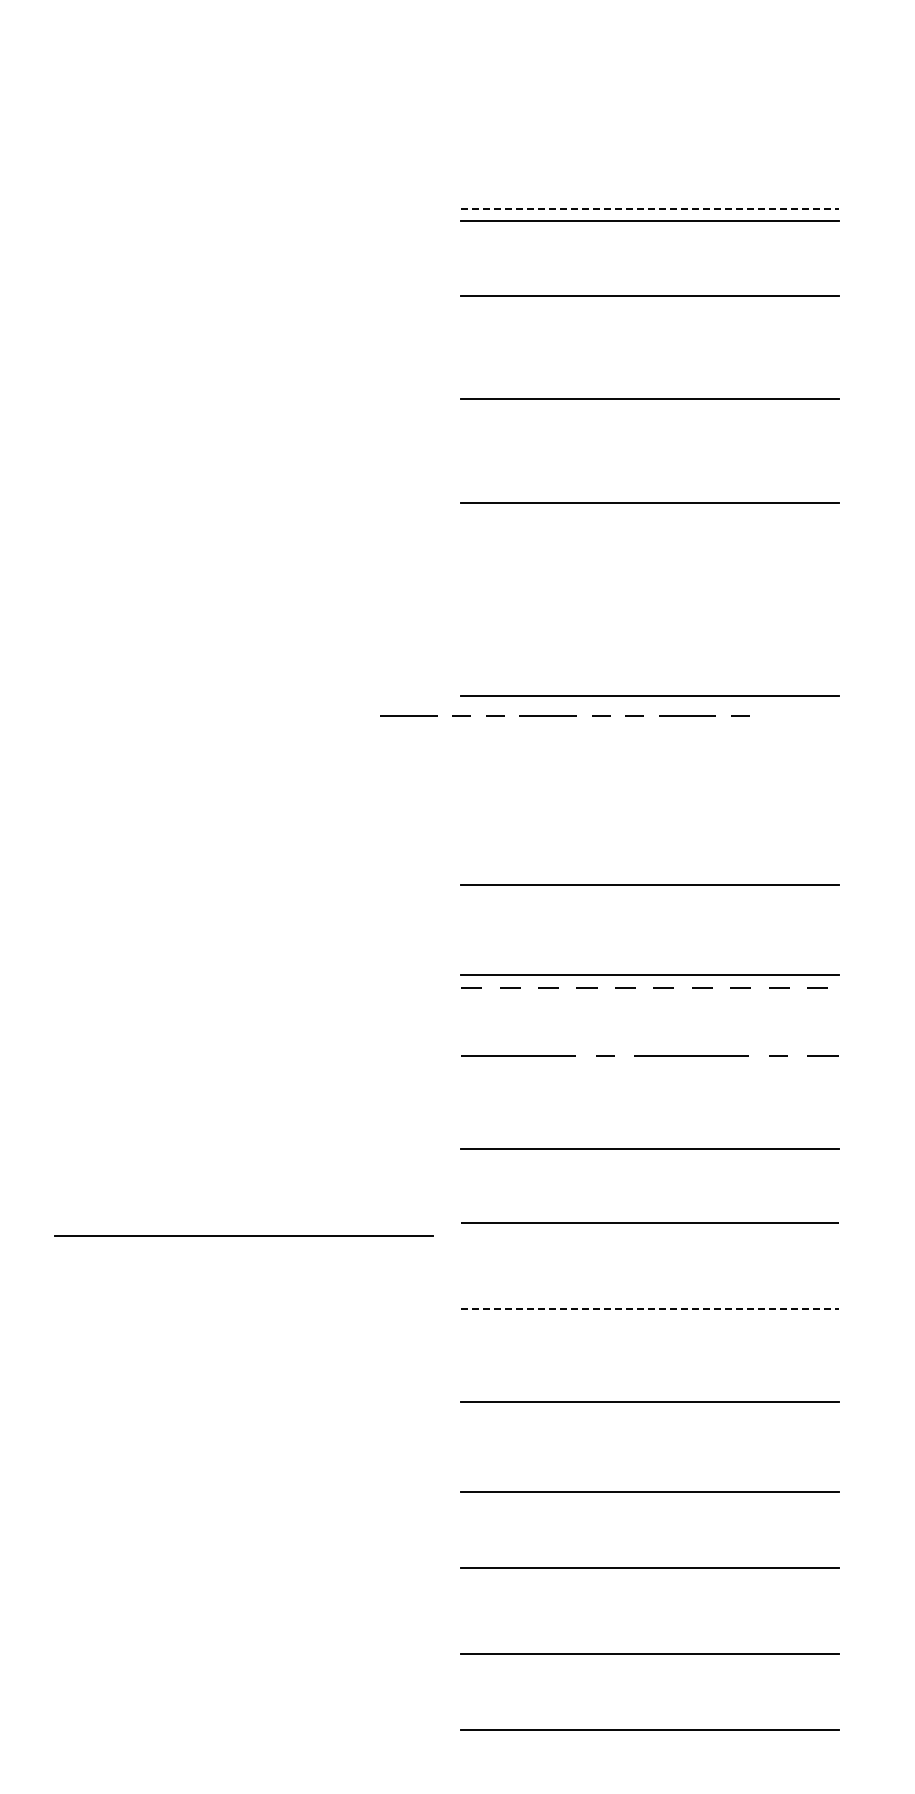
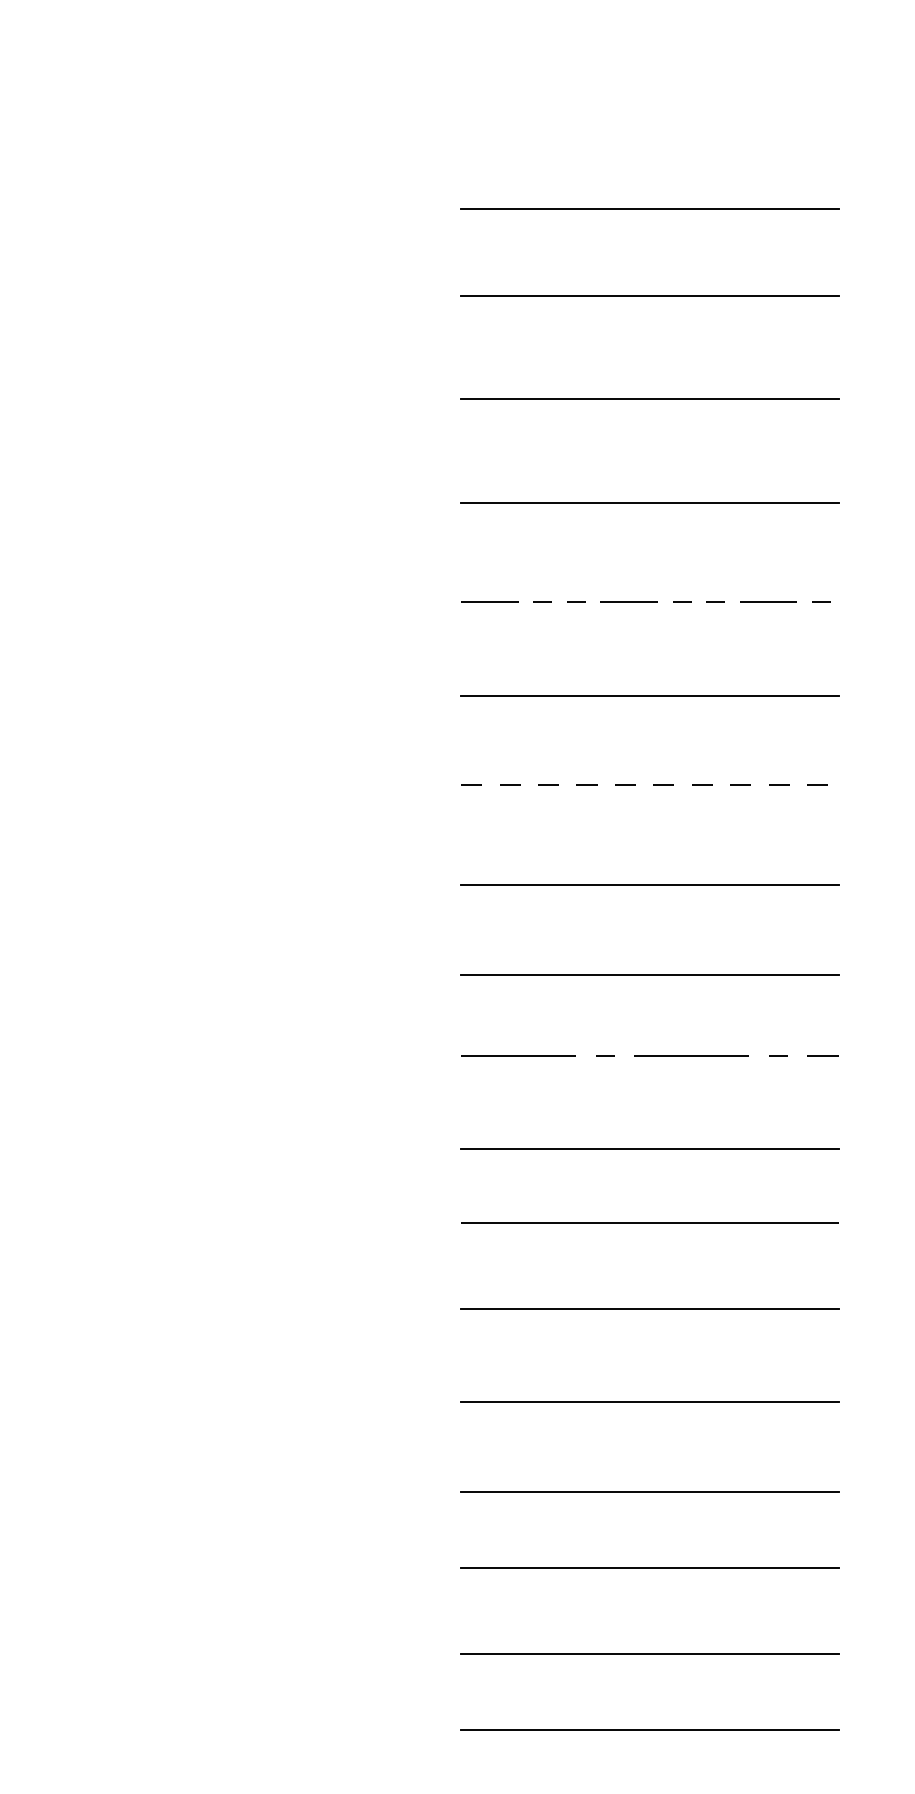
line at (649, 209): dashed -> solid
line at (649, 220): present -> none
line at (564, 715) position: (564, 715) -> (645, 601)
line at (635, 987) position: (635, 987) -> (635, 784)
line at (243, 1235): present -> none
line at (649, 1308): dashed -> solid
